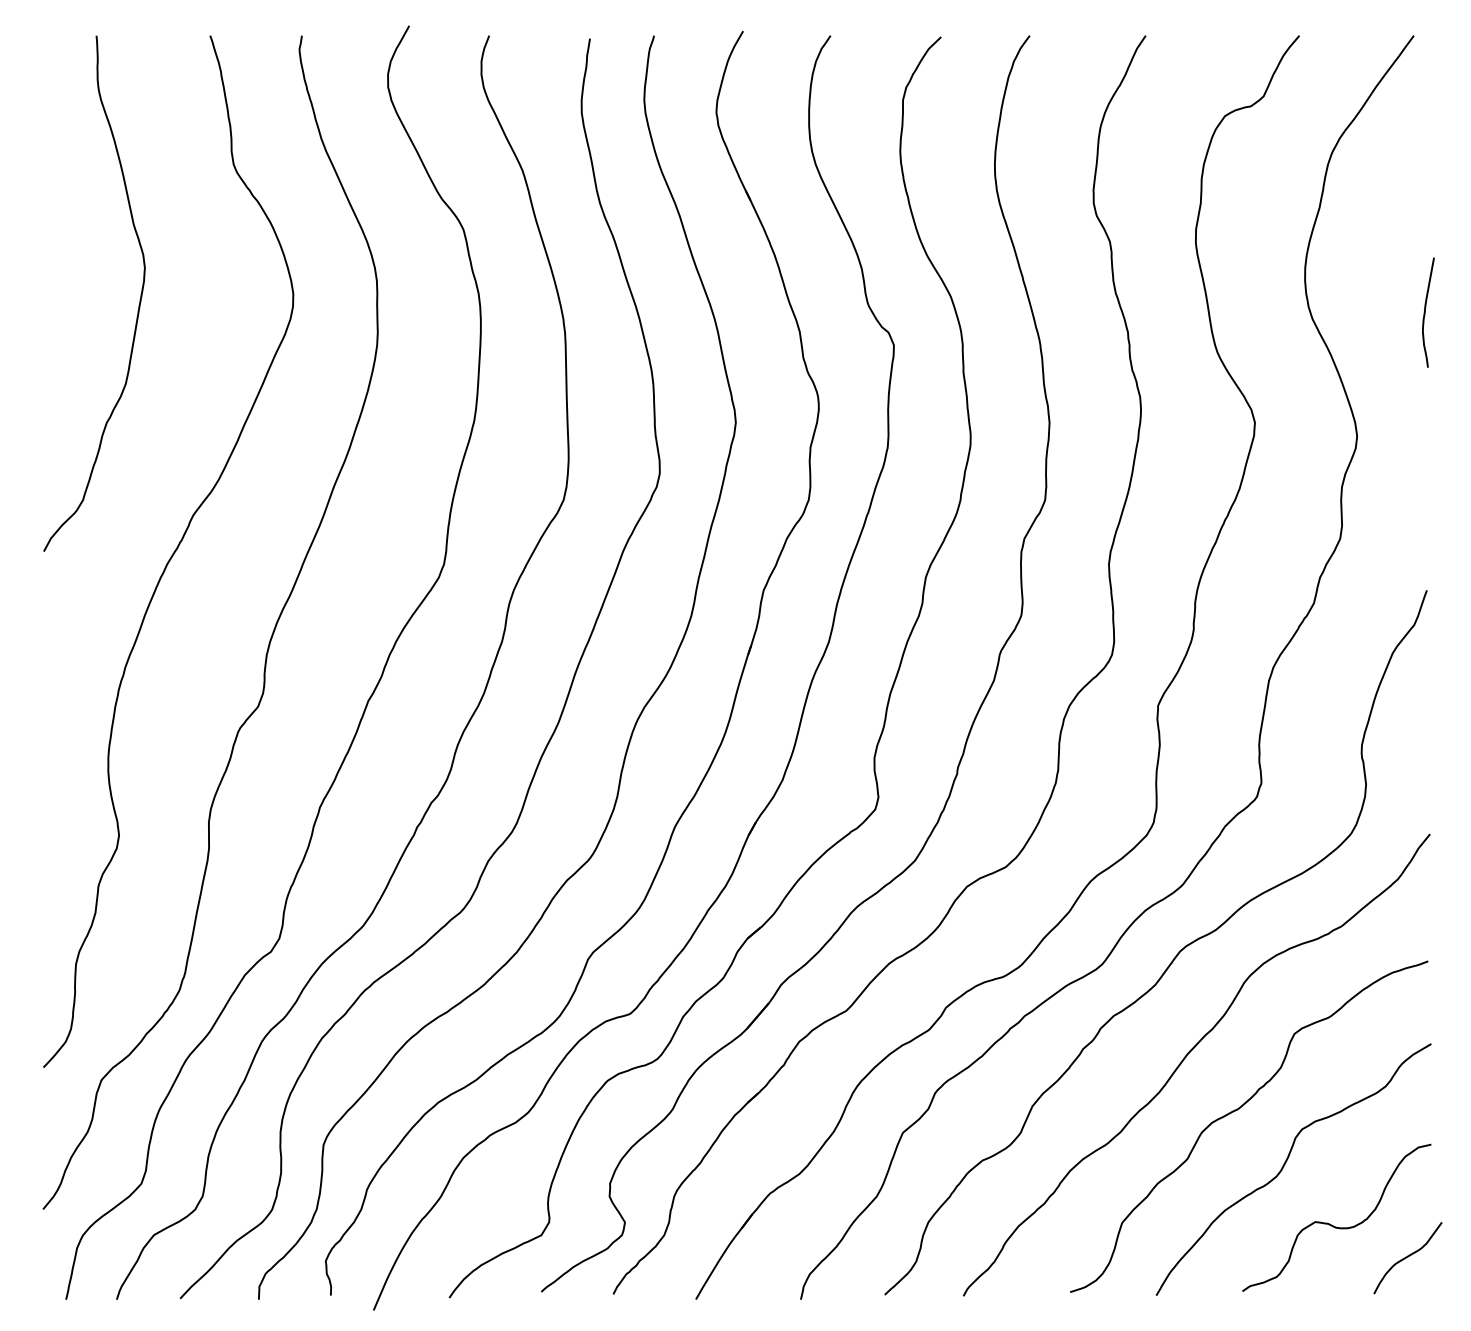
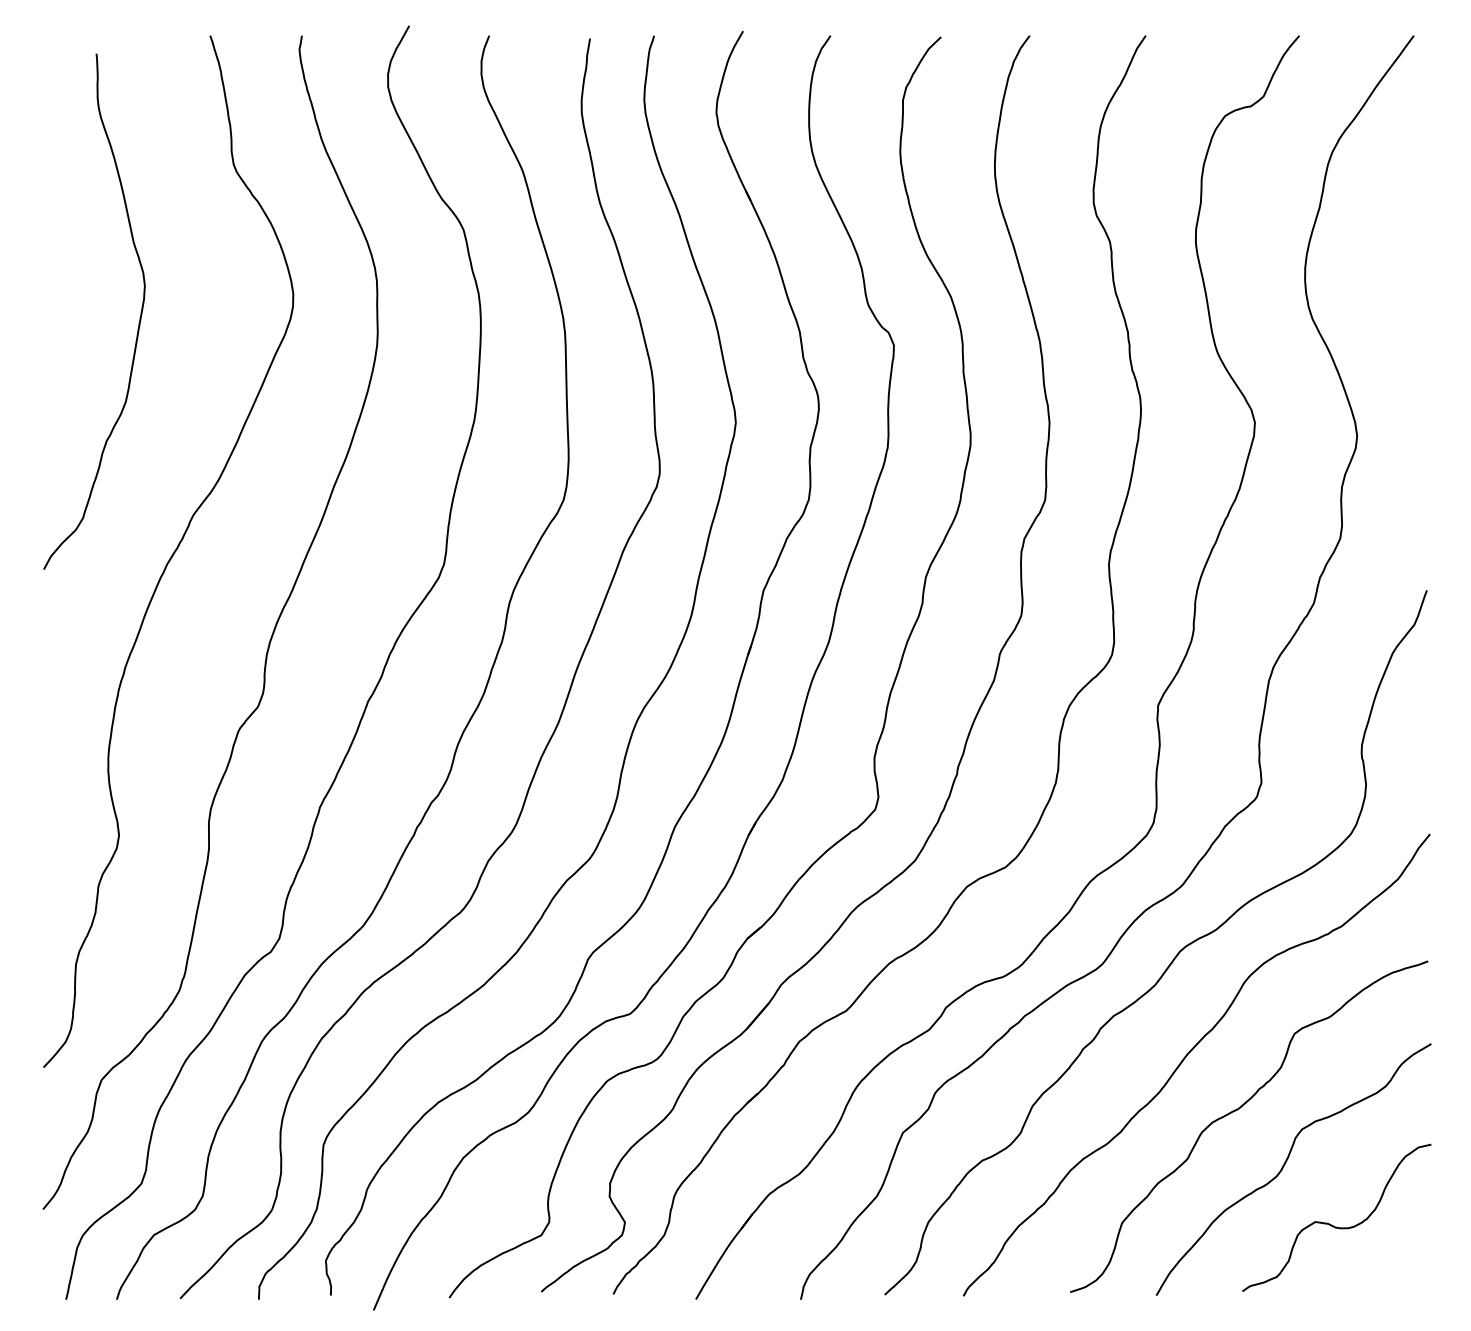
curve at (139, 299) position: (139, 299) -> (139, 317)
curve at (1425, 312): present -> none
curve at (1407, 1257): present -> none
